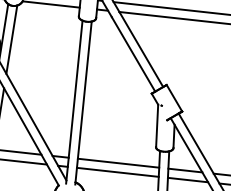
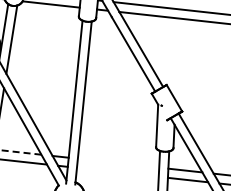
line at (20, 152): solid -> dashed
line at (118, 162): present -> none
line at (117, 171): present -> none
